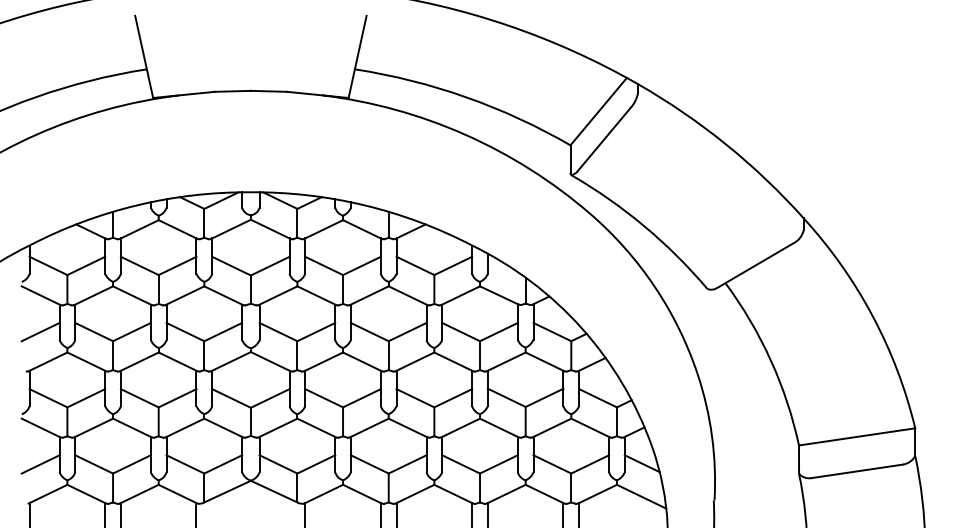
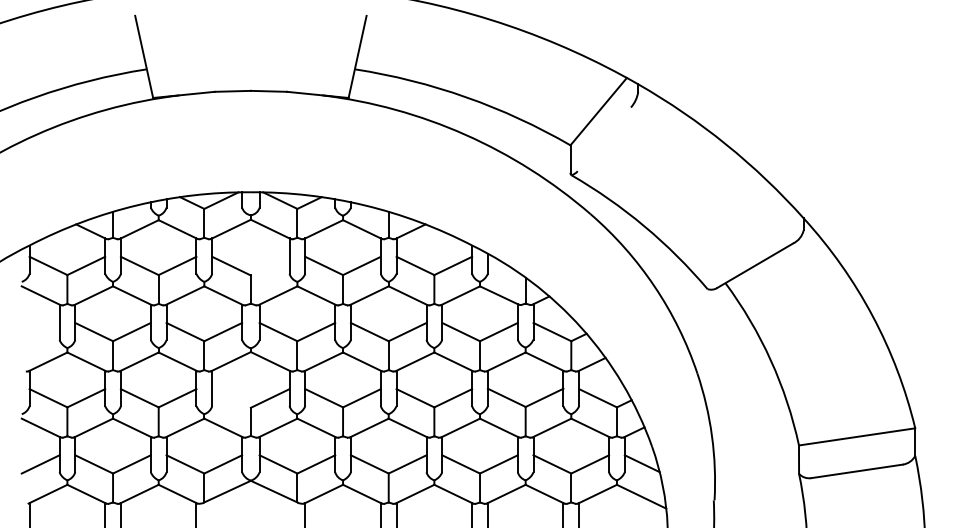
line at (603, 139): present -> none
line at (269, 265): present -> none
line at (40, 331): present -> none
line at (231, 398): present -> none
